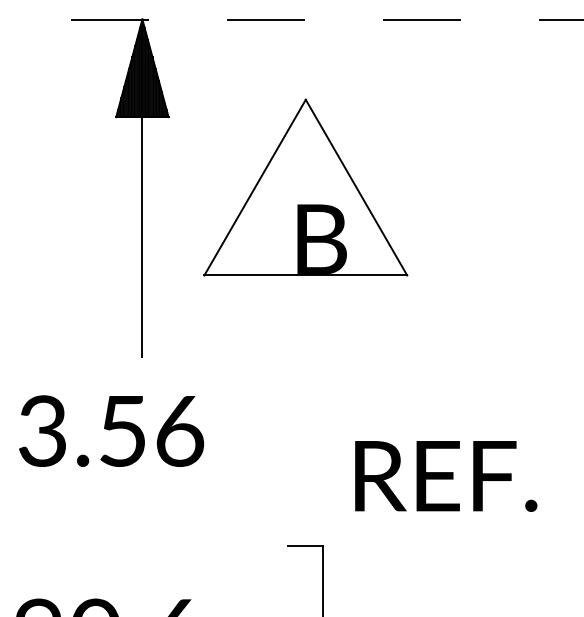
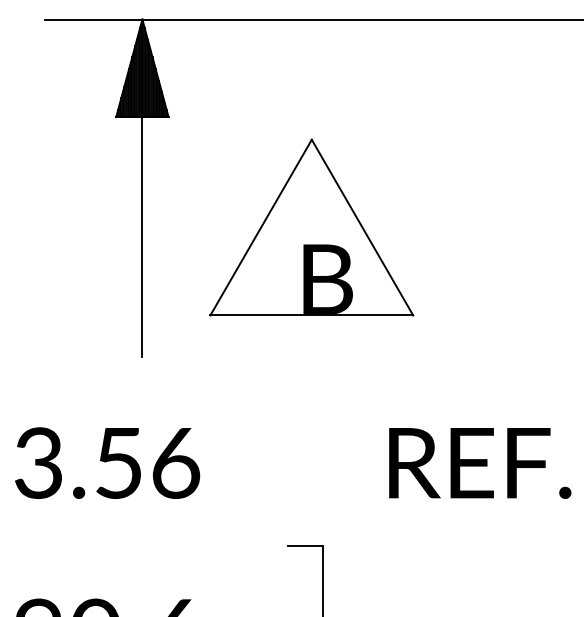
line at (313, 19): dashed -> solid
part at (305, 187) position: (305, 187) -> (311, 227)
text at (111, 430) position: (111, 430) -> (107, 462)
text at (446, 476) position: (446, 476) -> (480, 463)
